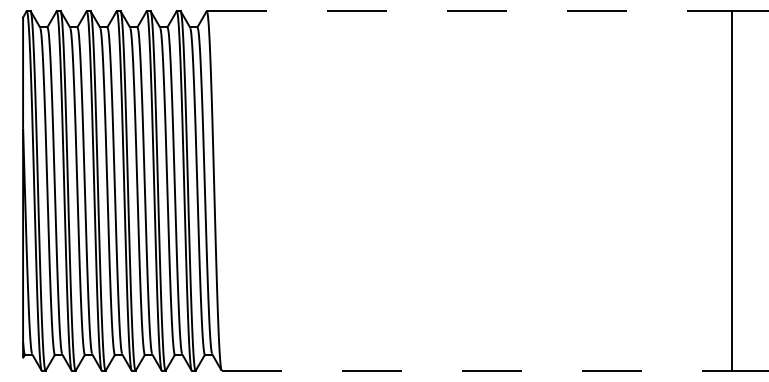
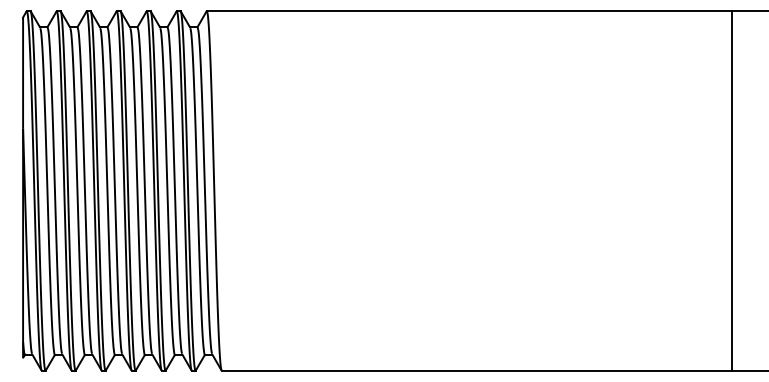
line at (469, 11): dashed -> solid
line at (476, 370): dashed -> solid
